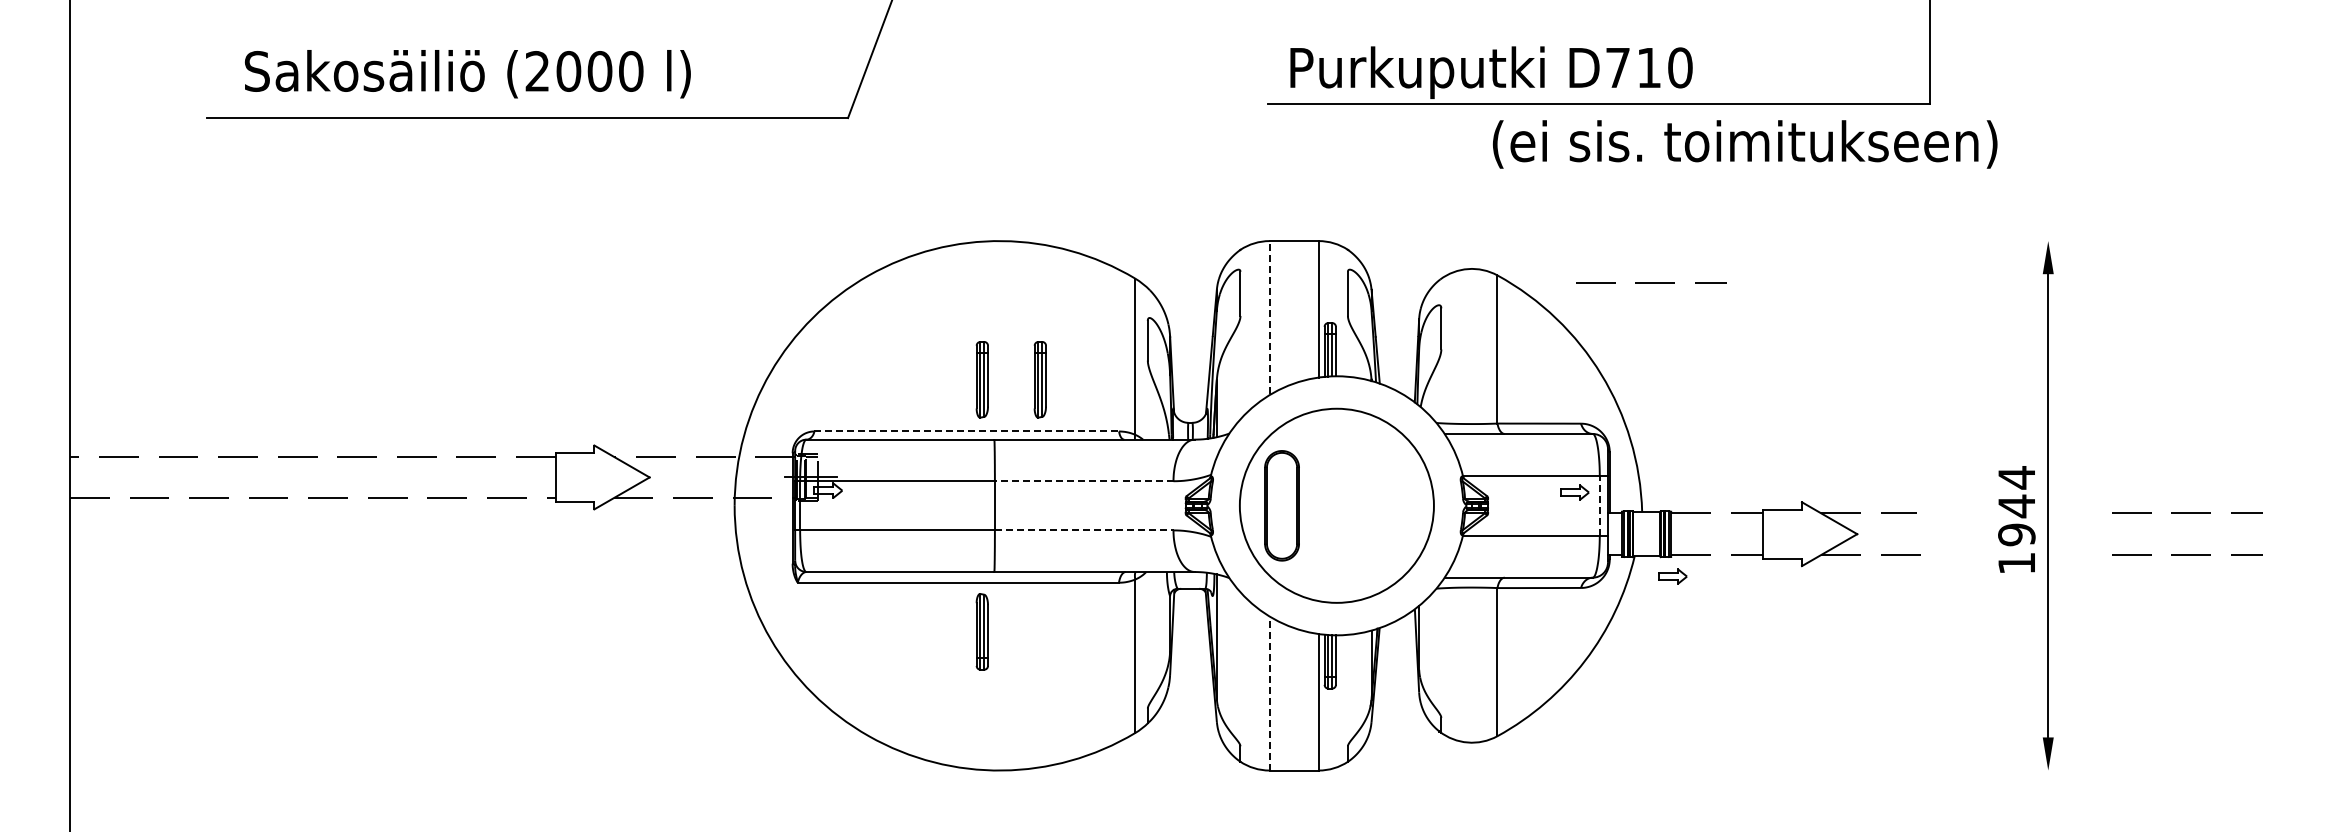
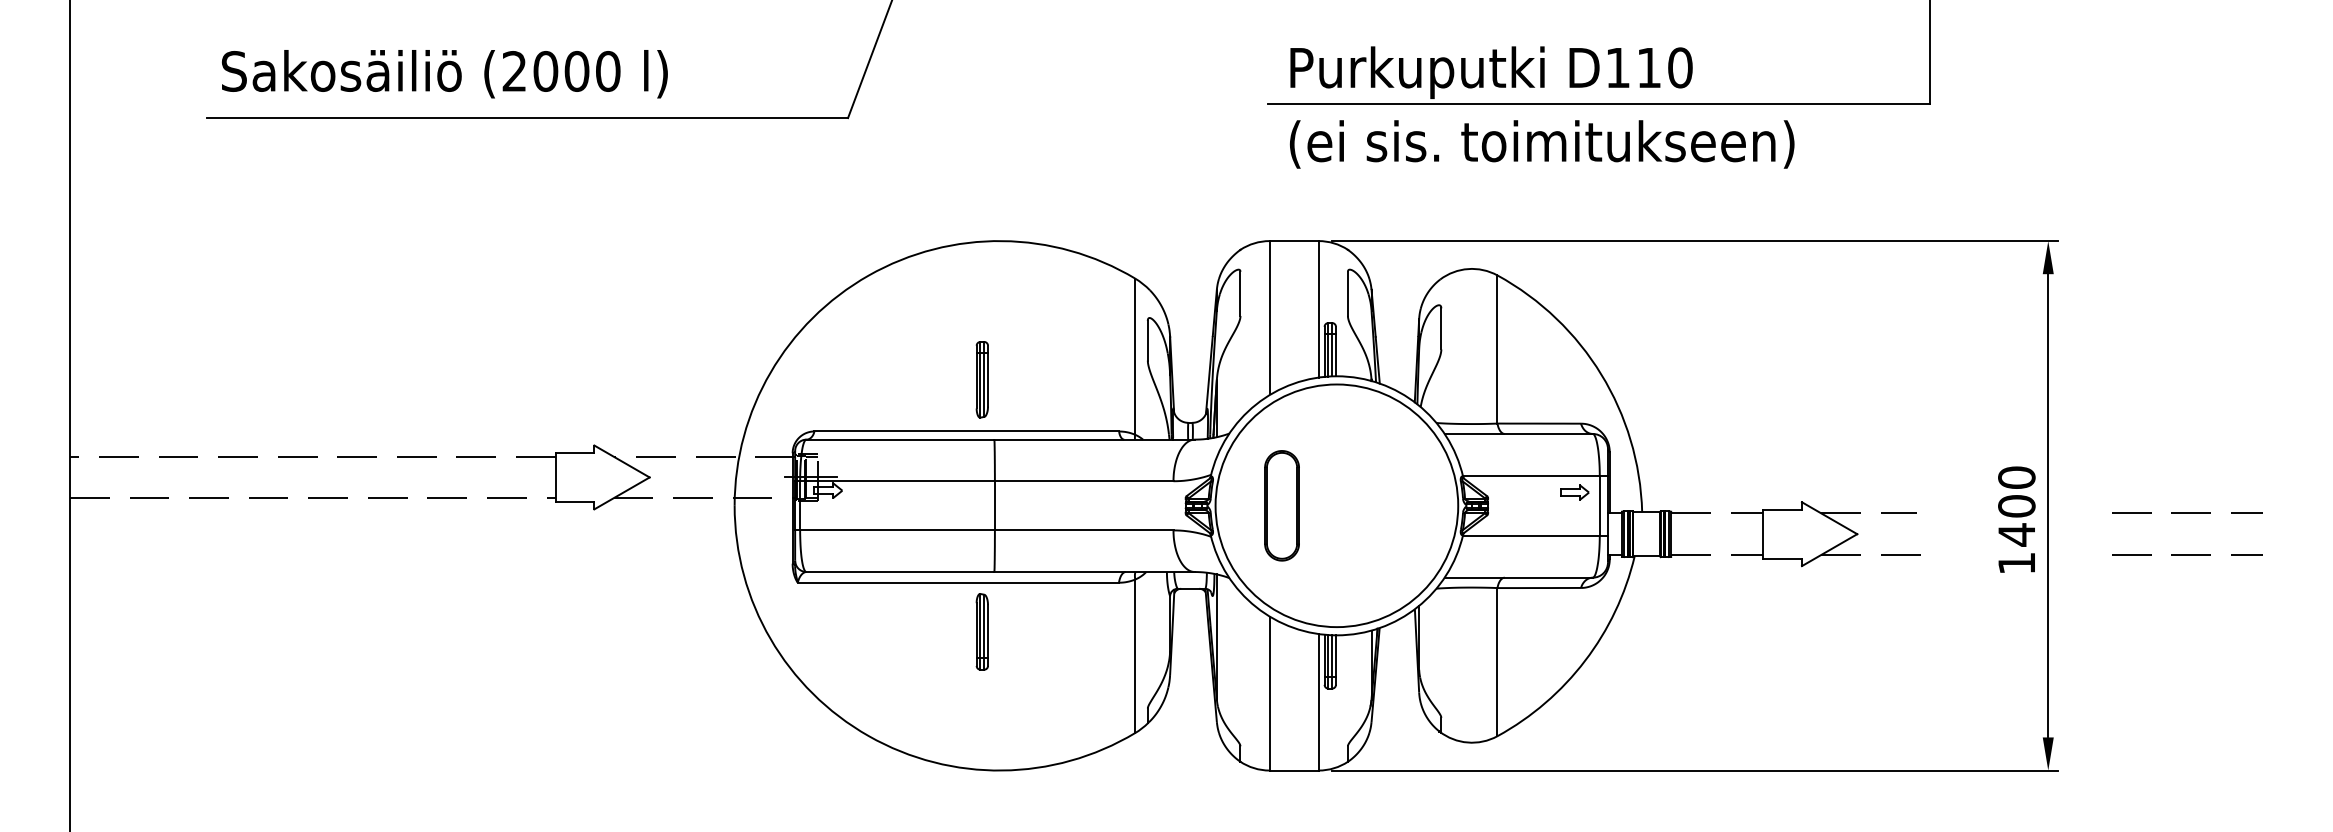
text at (1617, 67): D710 -> D110
text at (467, 74) position: (467, 74) -> (444, 74)
text at (1744, 144) position: (1744, 144) -> (1541, 144)
line at (1695, 241): none -> present
line at (1651, 282): present -> none
line at (1269, 317): dashed -> solid
part at (1039, 379): present -> none
line at (967, 431): dashed -> solid
line at (1083, 481): dashed -> solid
circle at (1336, 505) diameter: 194 px -> 243 px
line at (1599, 505): dashed -> solid
text at (2016, 506): 1944 -> 1400
line at (1084, 530): dashed -> solid
part at (1672, 576): present -> none
line at (1269, 693): dashed -> solid
line at (1695, 770): none -> present
